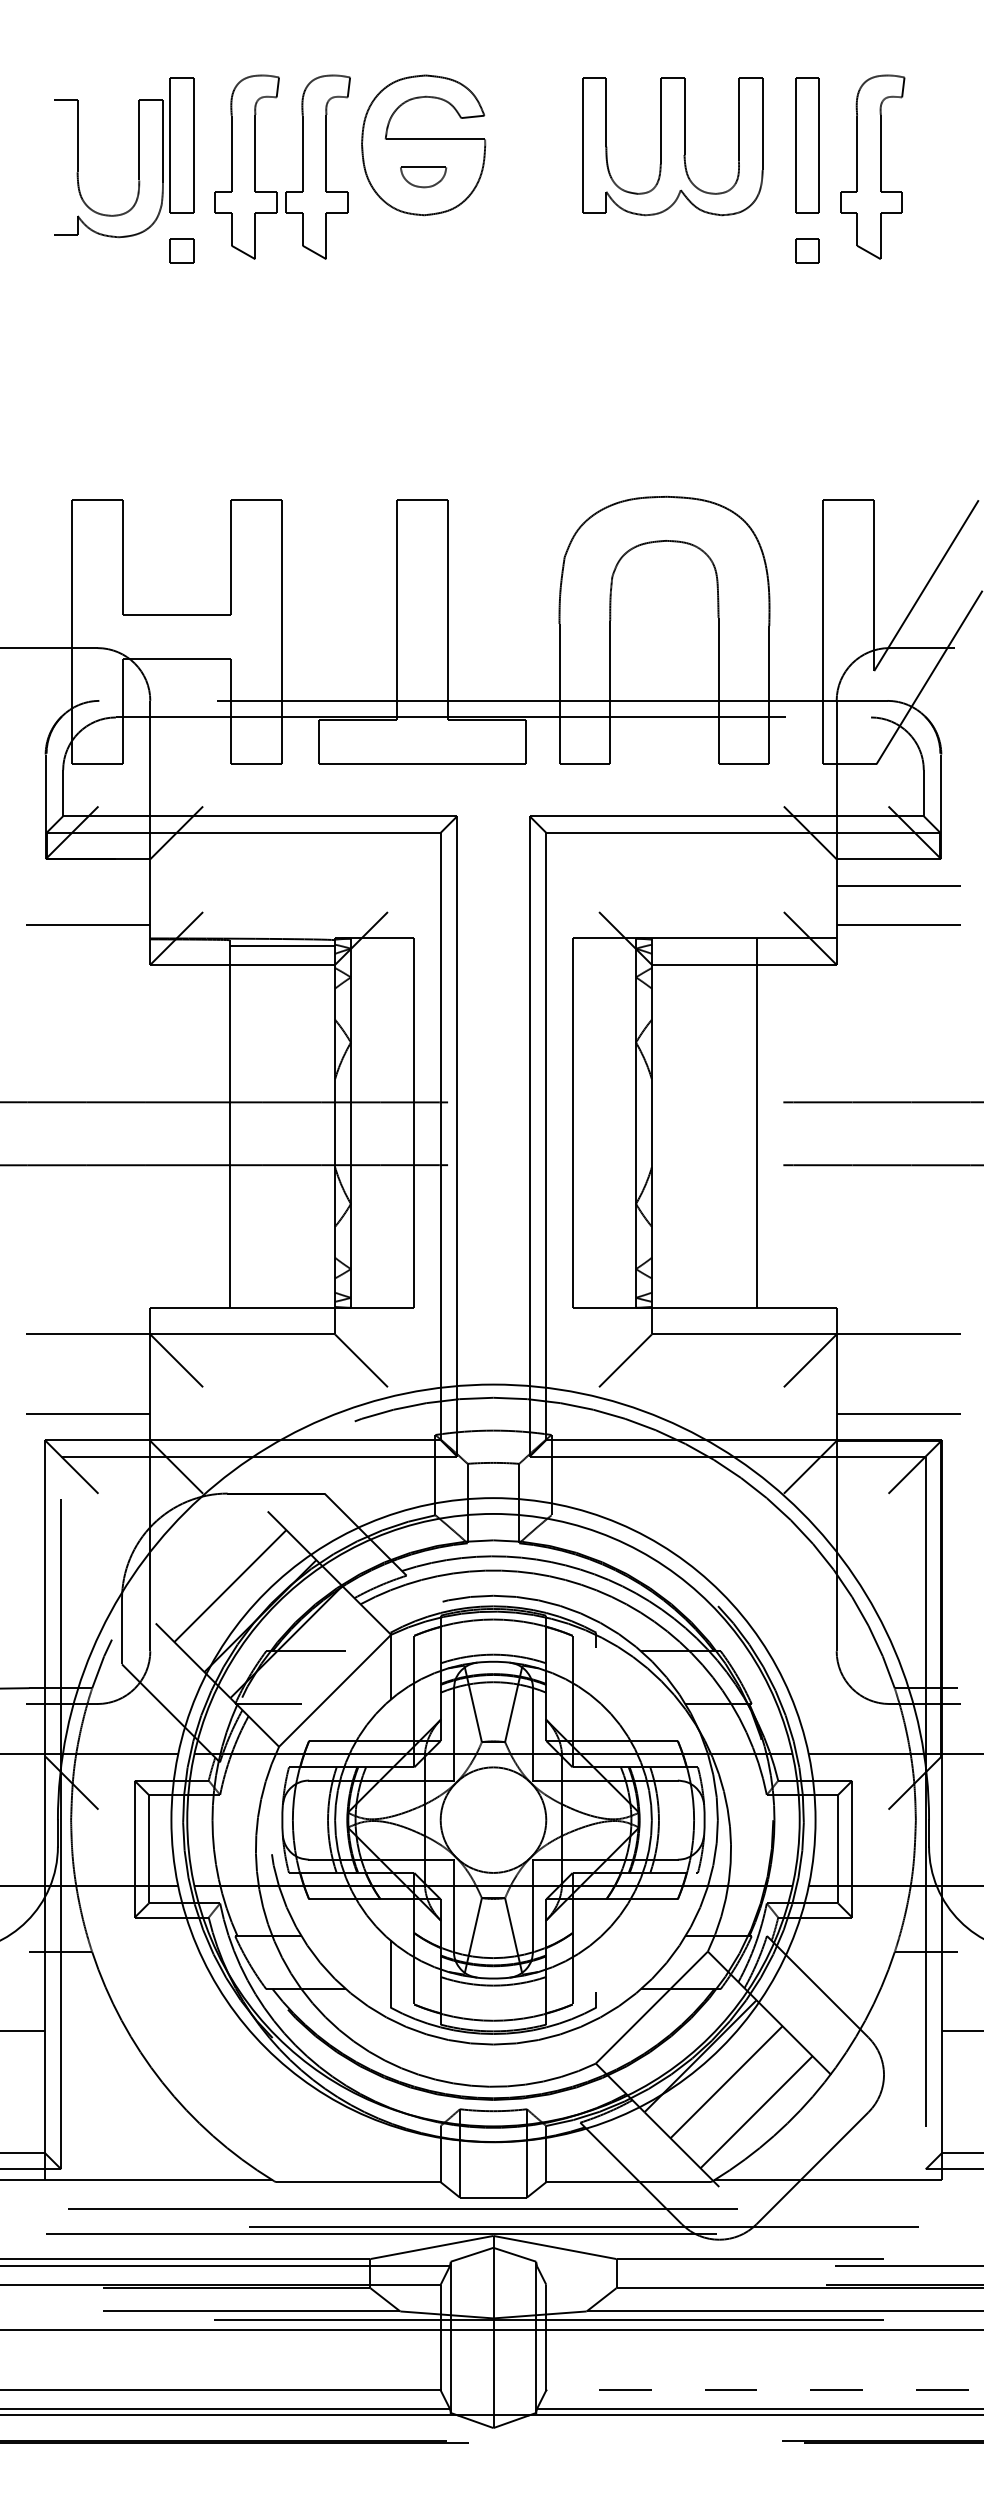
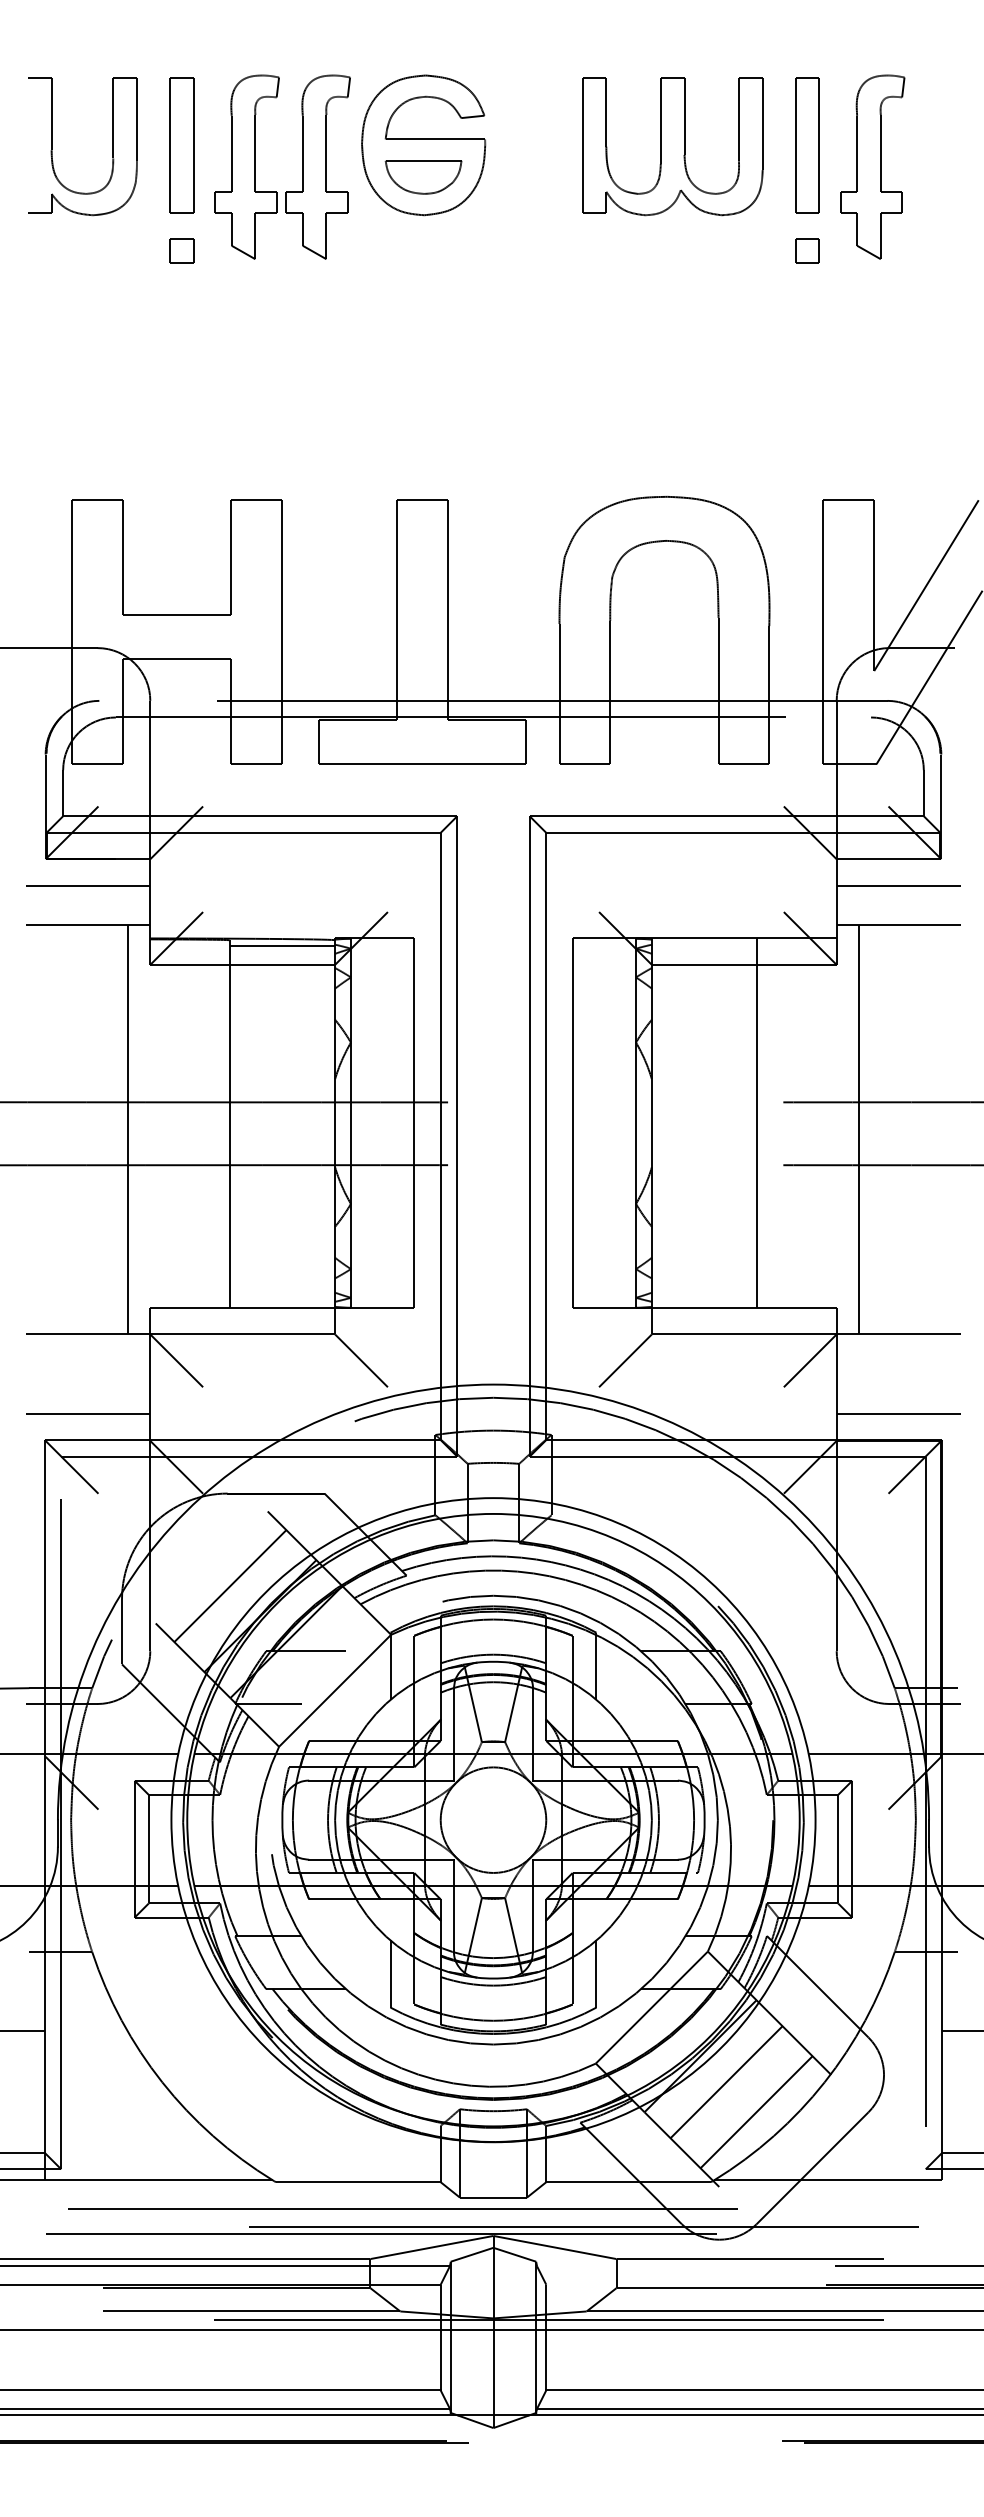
part at (78, 168) position: (78, 168) -> (52, 146)
part at (423, 177) size: 48x23 px -> 79x35 px
line at (88, 885): none -> present
line at (127, 1129): none -> present
line at (859, 1129): none -> present
line at (596, 1673): none -> present
line at (596, 1966): none -> present
line at (765, 2390): dashed -> solid
